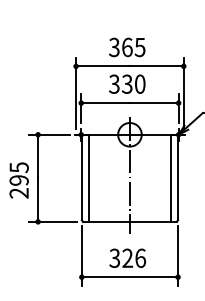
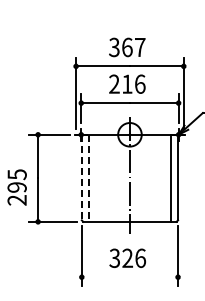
text at (139, 47): 365 -> 367
text at (127, 83): 330 -> 216
line at (81, 177): solid -> dashed
line at (88, 178): solid -> dashed
text at (18, 180) position: (18, 180) -> (16, 187)
line at (129, 277): present -> none
